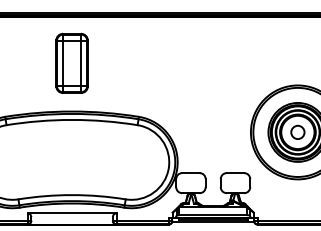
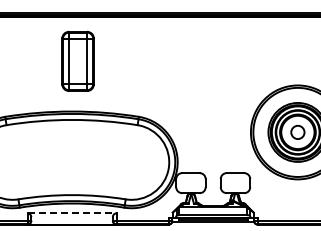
part at (71, 62) position: (71, 62) -> (77, 60)
line at (72, 213): solid -> dashed
